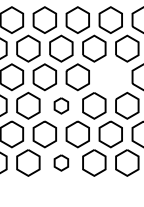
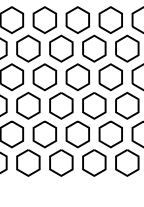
part at (110, 77): none -> present
part at (61, 105) size: 17x18 px -> 25x28 px
part at (61, 162) size: 17x18 px -> 25x28 px
